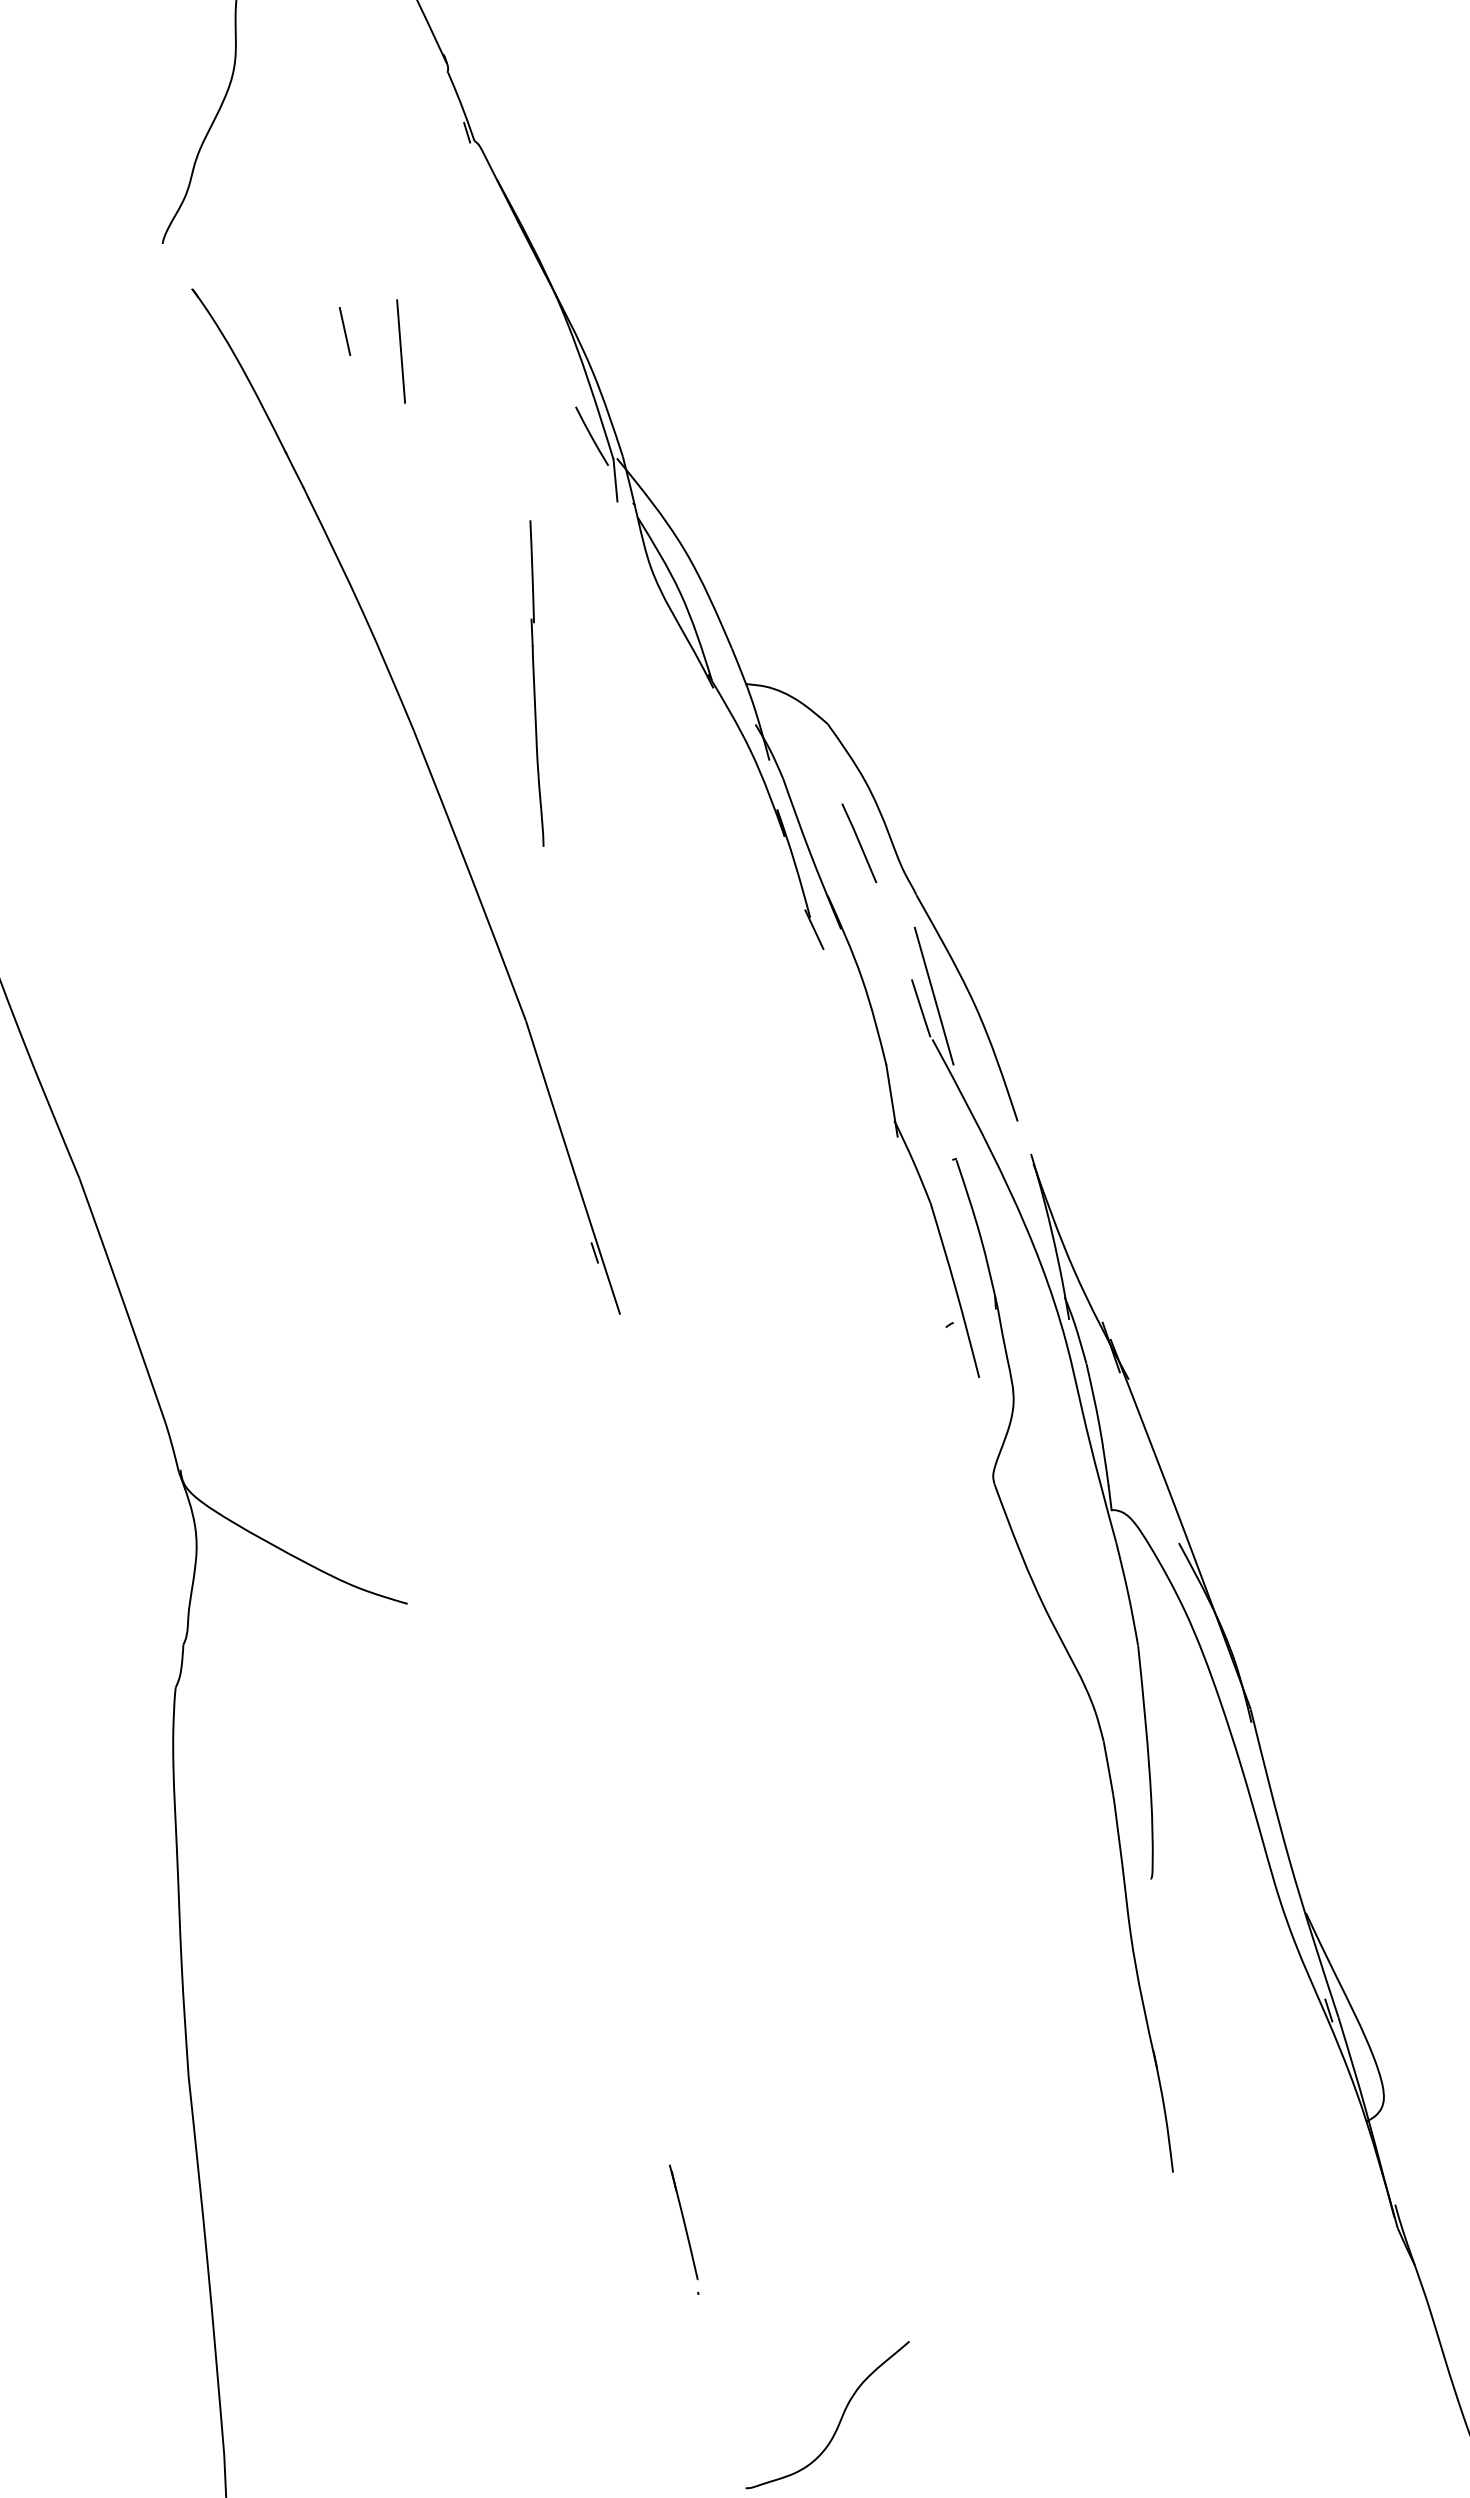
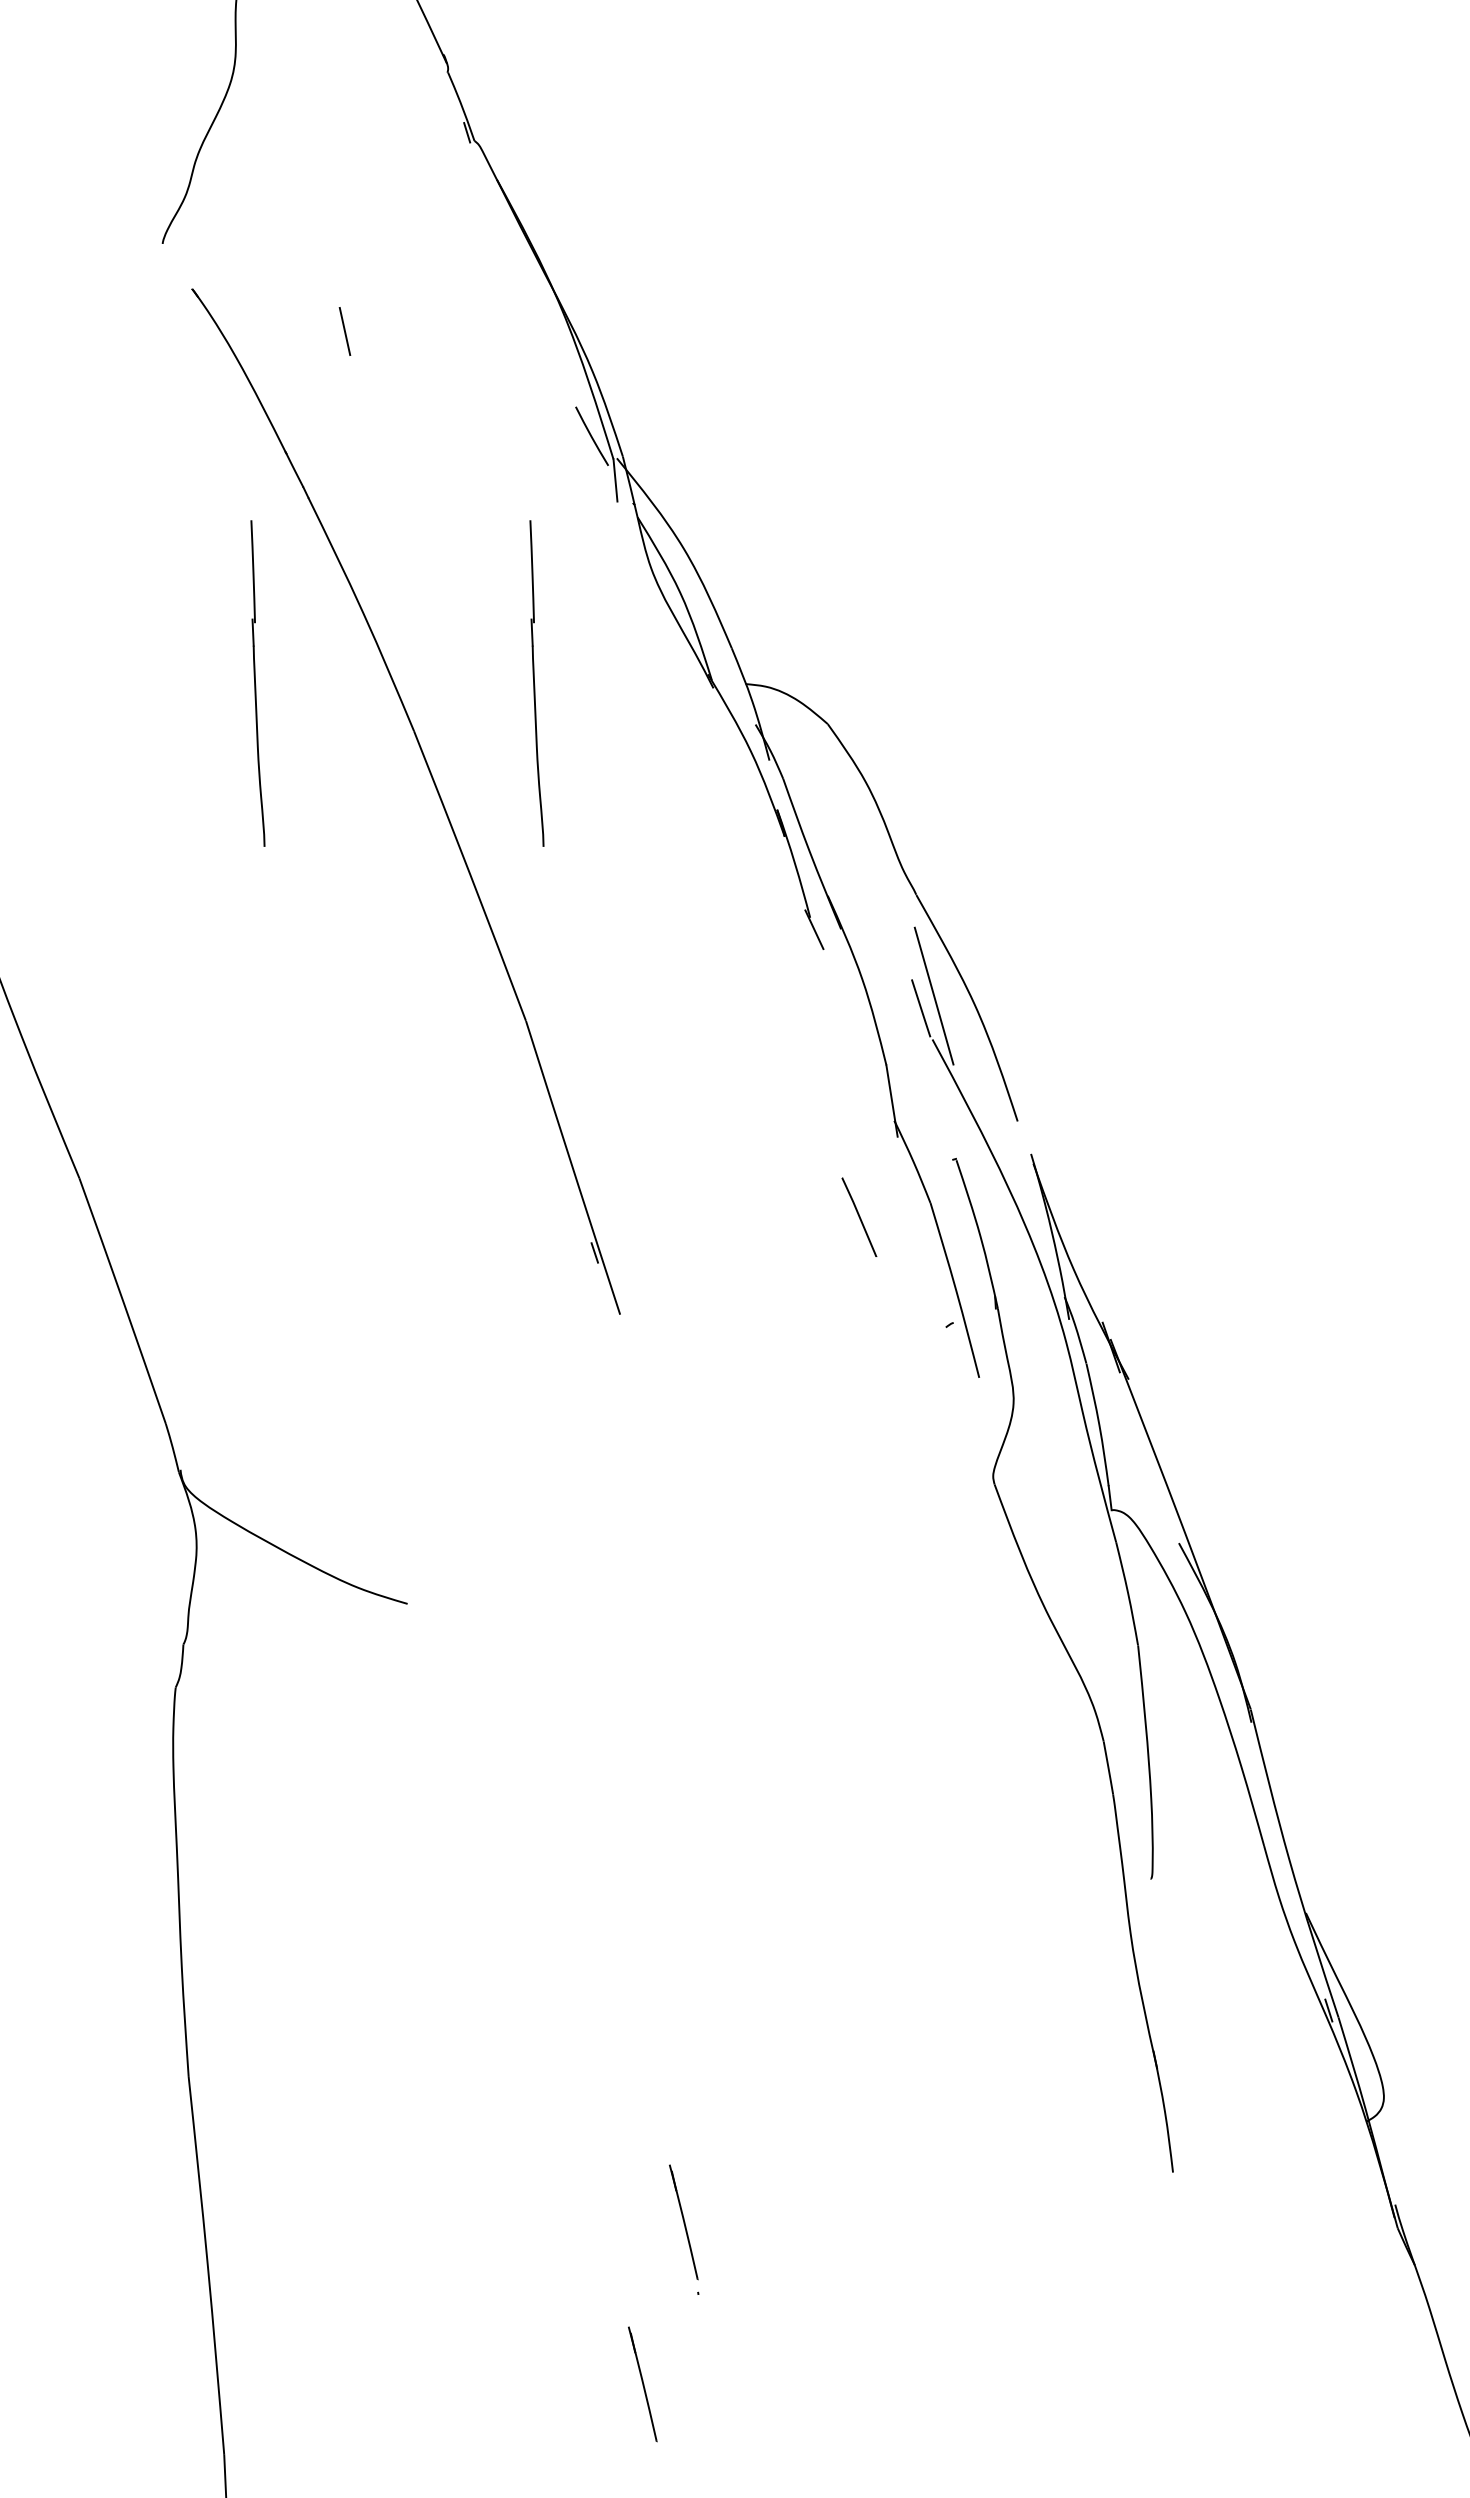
line at (401, 351): present -> none
part at (257, 683): none -> present
line at (859, 842) position: (859, 842) -> (859, 1216)
line at (642, 2384): none -> present
curve at (839, 2420): present -> none
